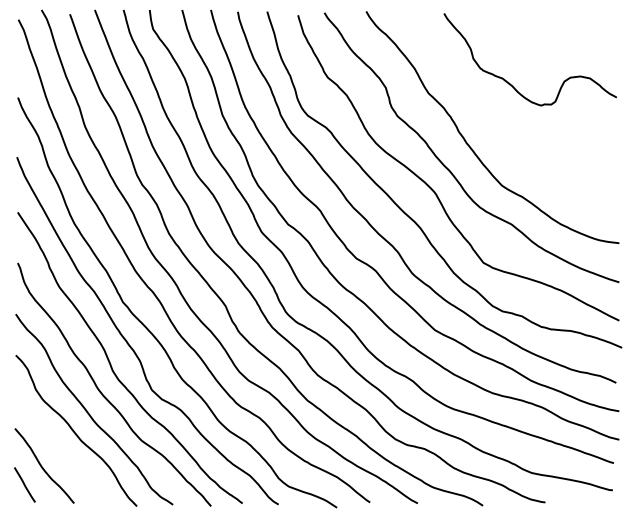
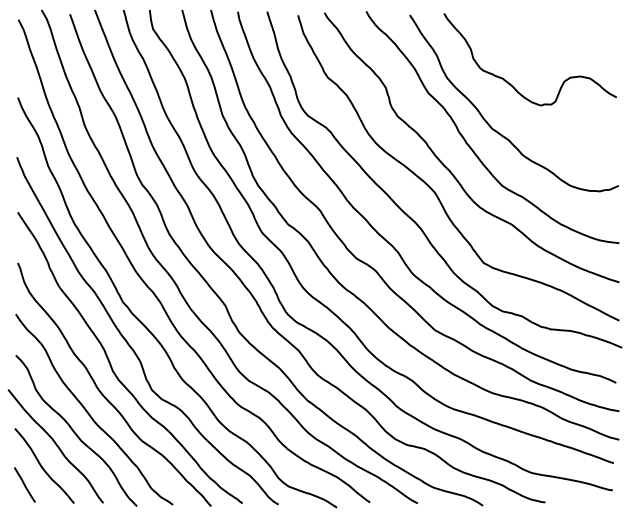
curve at (488, 122): none -> present
curve at (56, 446): none -> present
